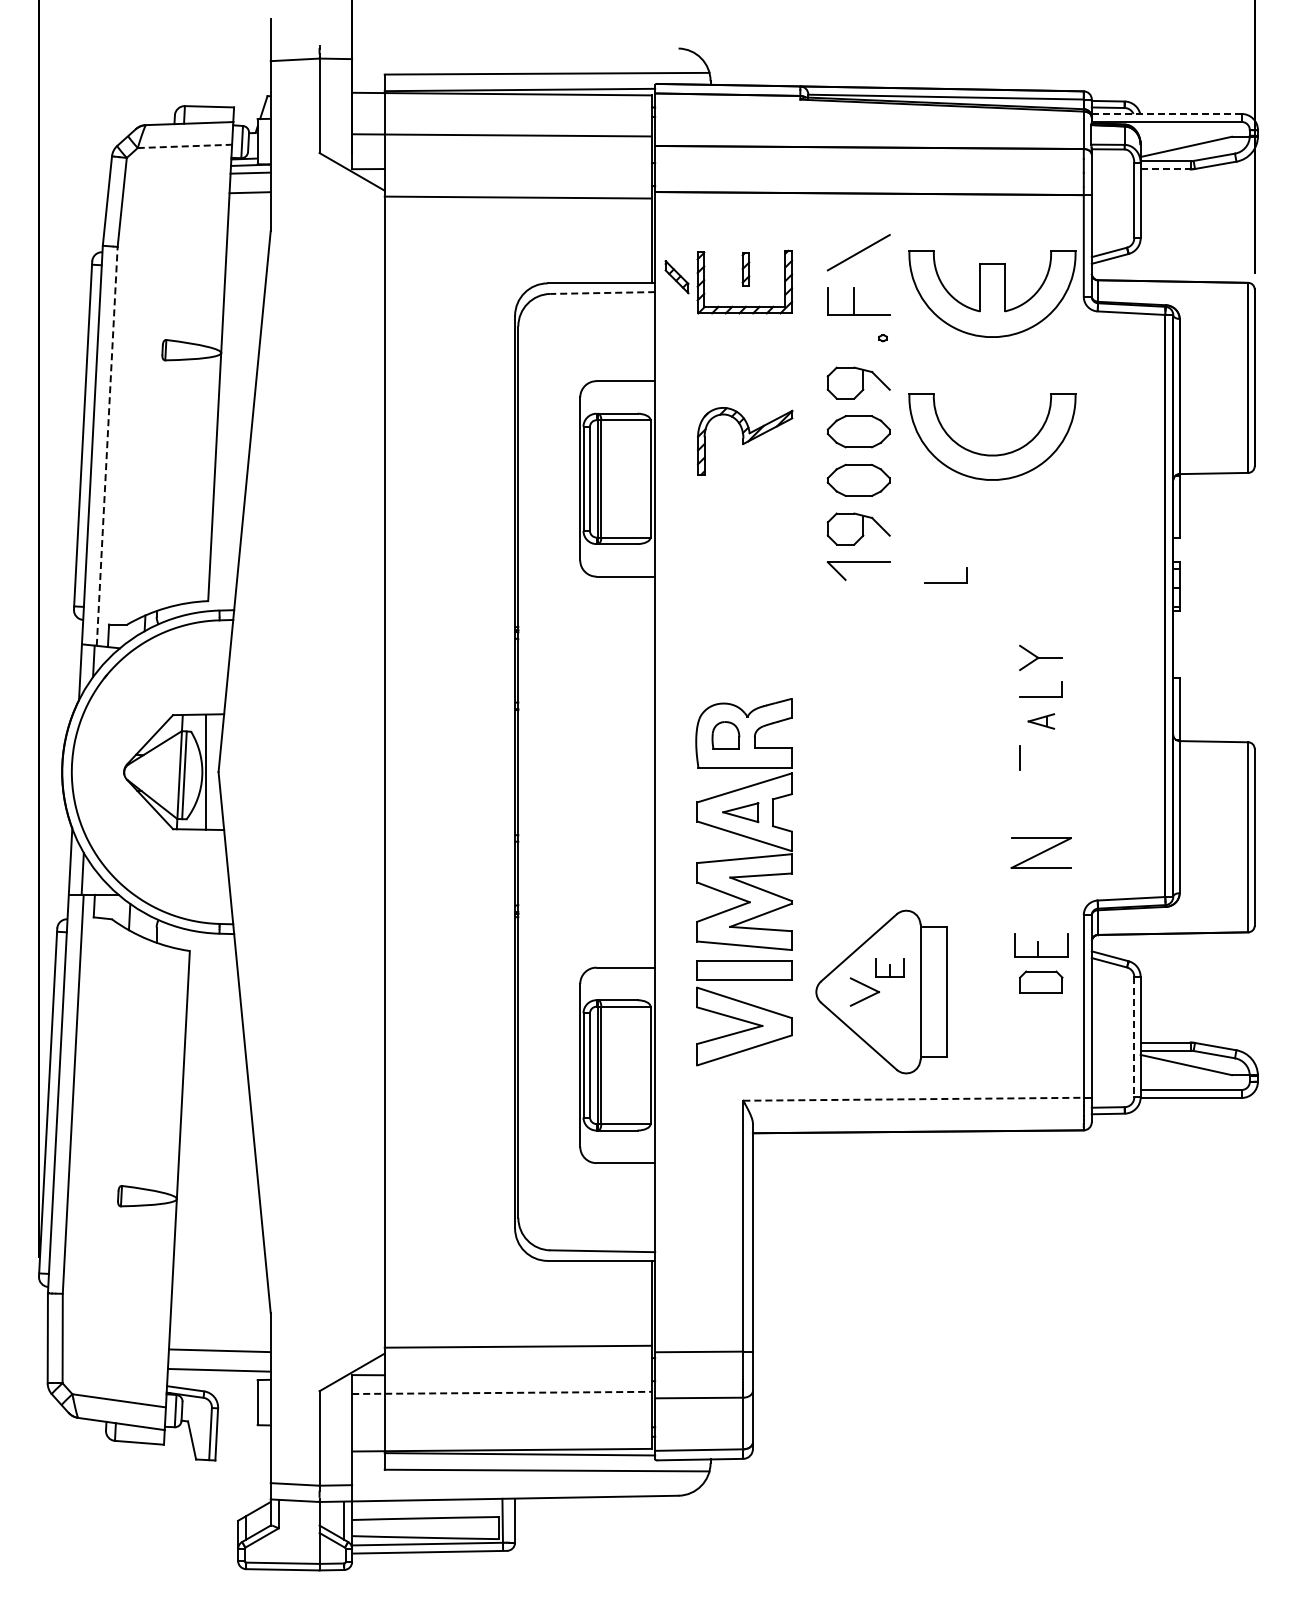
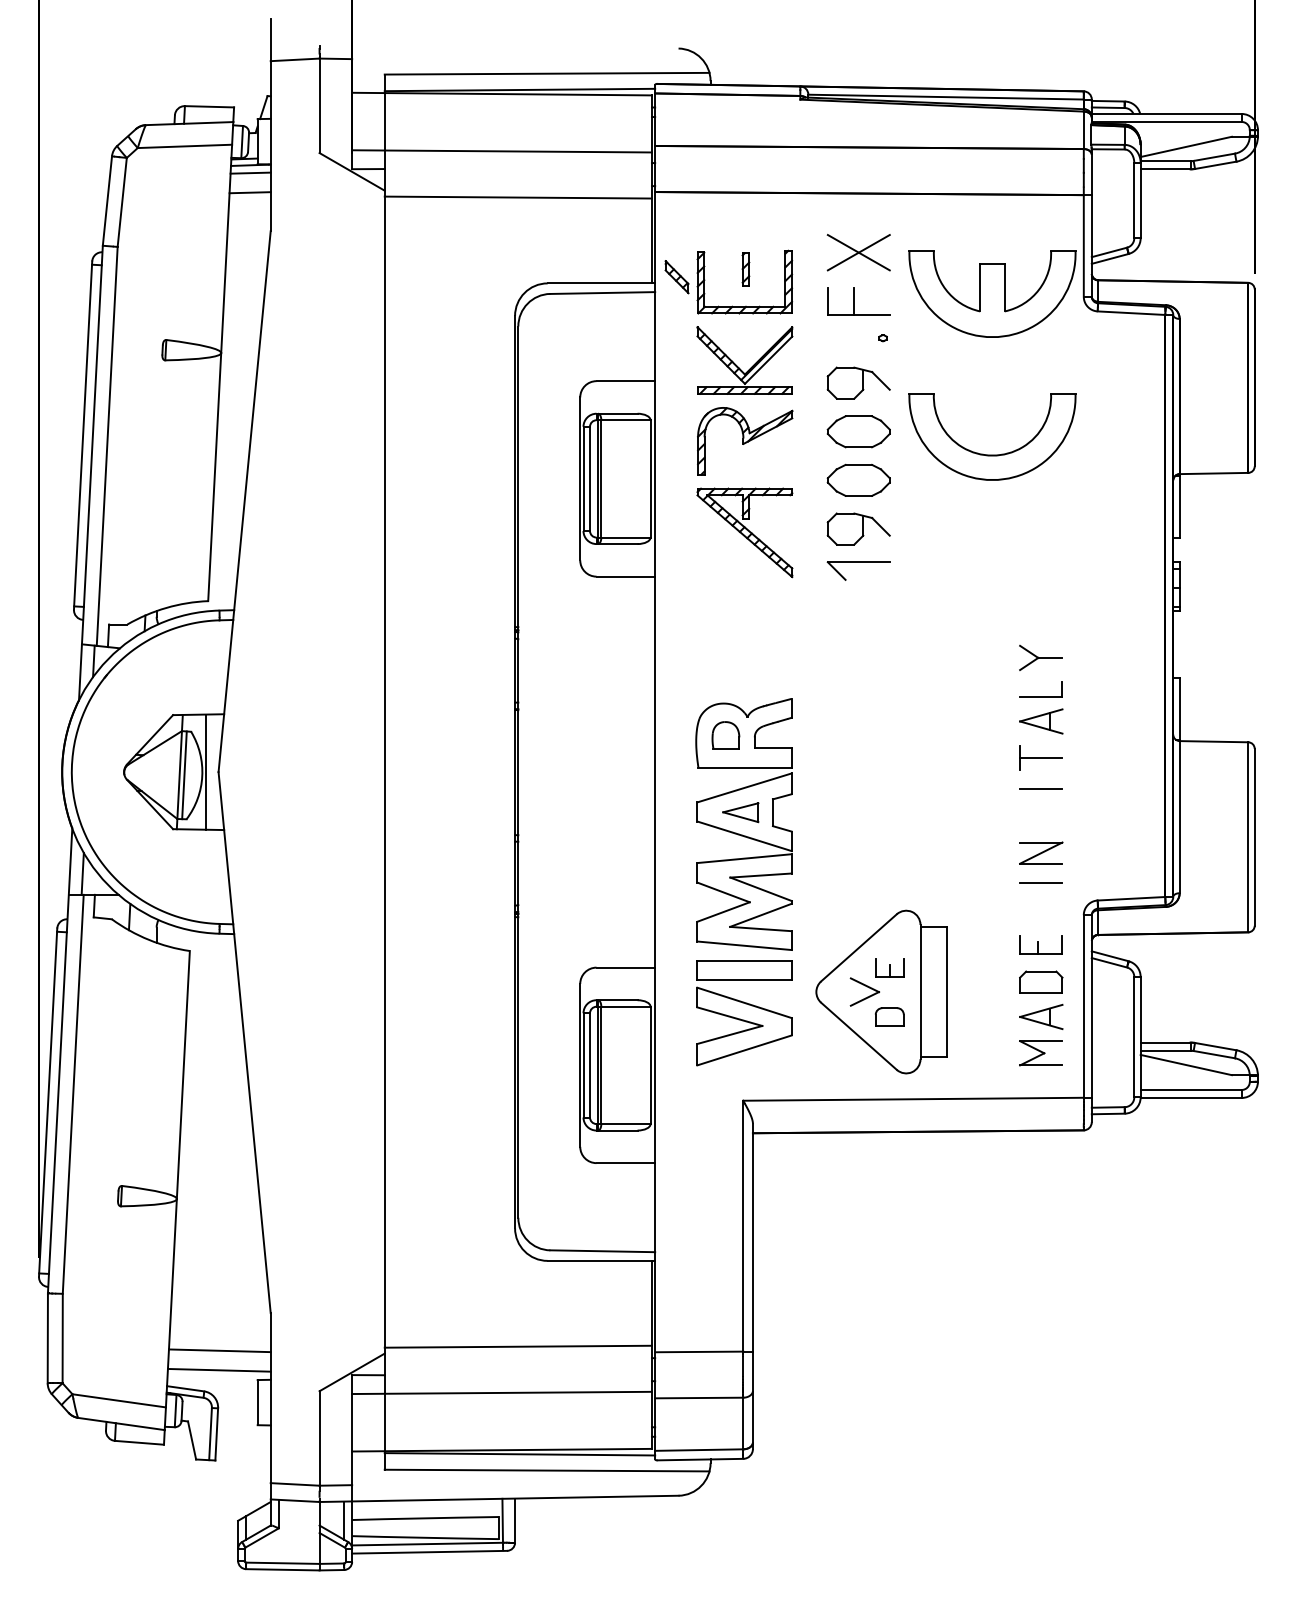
line at (1165, 113): dashed -> solid
line at (501, 135) position: (501, 135) -> (501, 151)
line at (185, 146): dashed -> solid
line at (1165, 169): dashed -> solid
line at (858, 252): none -> present
line at (602, 293): dashed -> solid
part at (738, 366): none -> present
line at (107, 446): dashed -> solid
part at (744, 532): none -> present
part at (945, 582): present -> none
part at (1041, 721) size: 29x17 px -> 45x27 px
line at (1041, 757): none -> present
line at (1041, 789): none -> present
part at (1040, 852) size: 62x32 px -> 45x24 px
line at (1041, 882): none -> present
part at (1041, 945) size: 55x25 px -> 44x20 px
part at (889, 1016): none -> present
part at (1041, 1016): none -> present
line at (1134, 1037): dashed -> solid
part at (1040, 1053): none -> present
line at (914, 1099): dashed -> solid
line at (502, 1392): dashed -> solid
